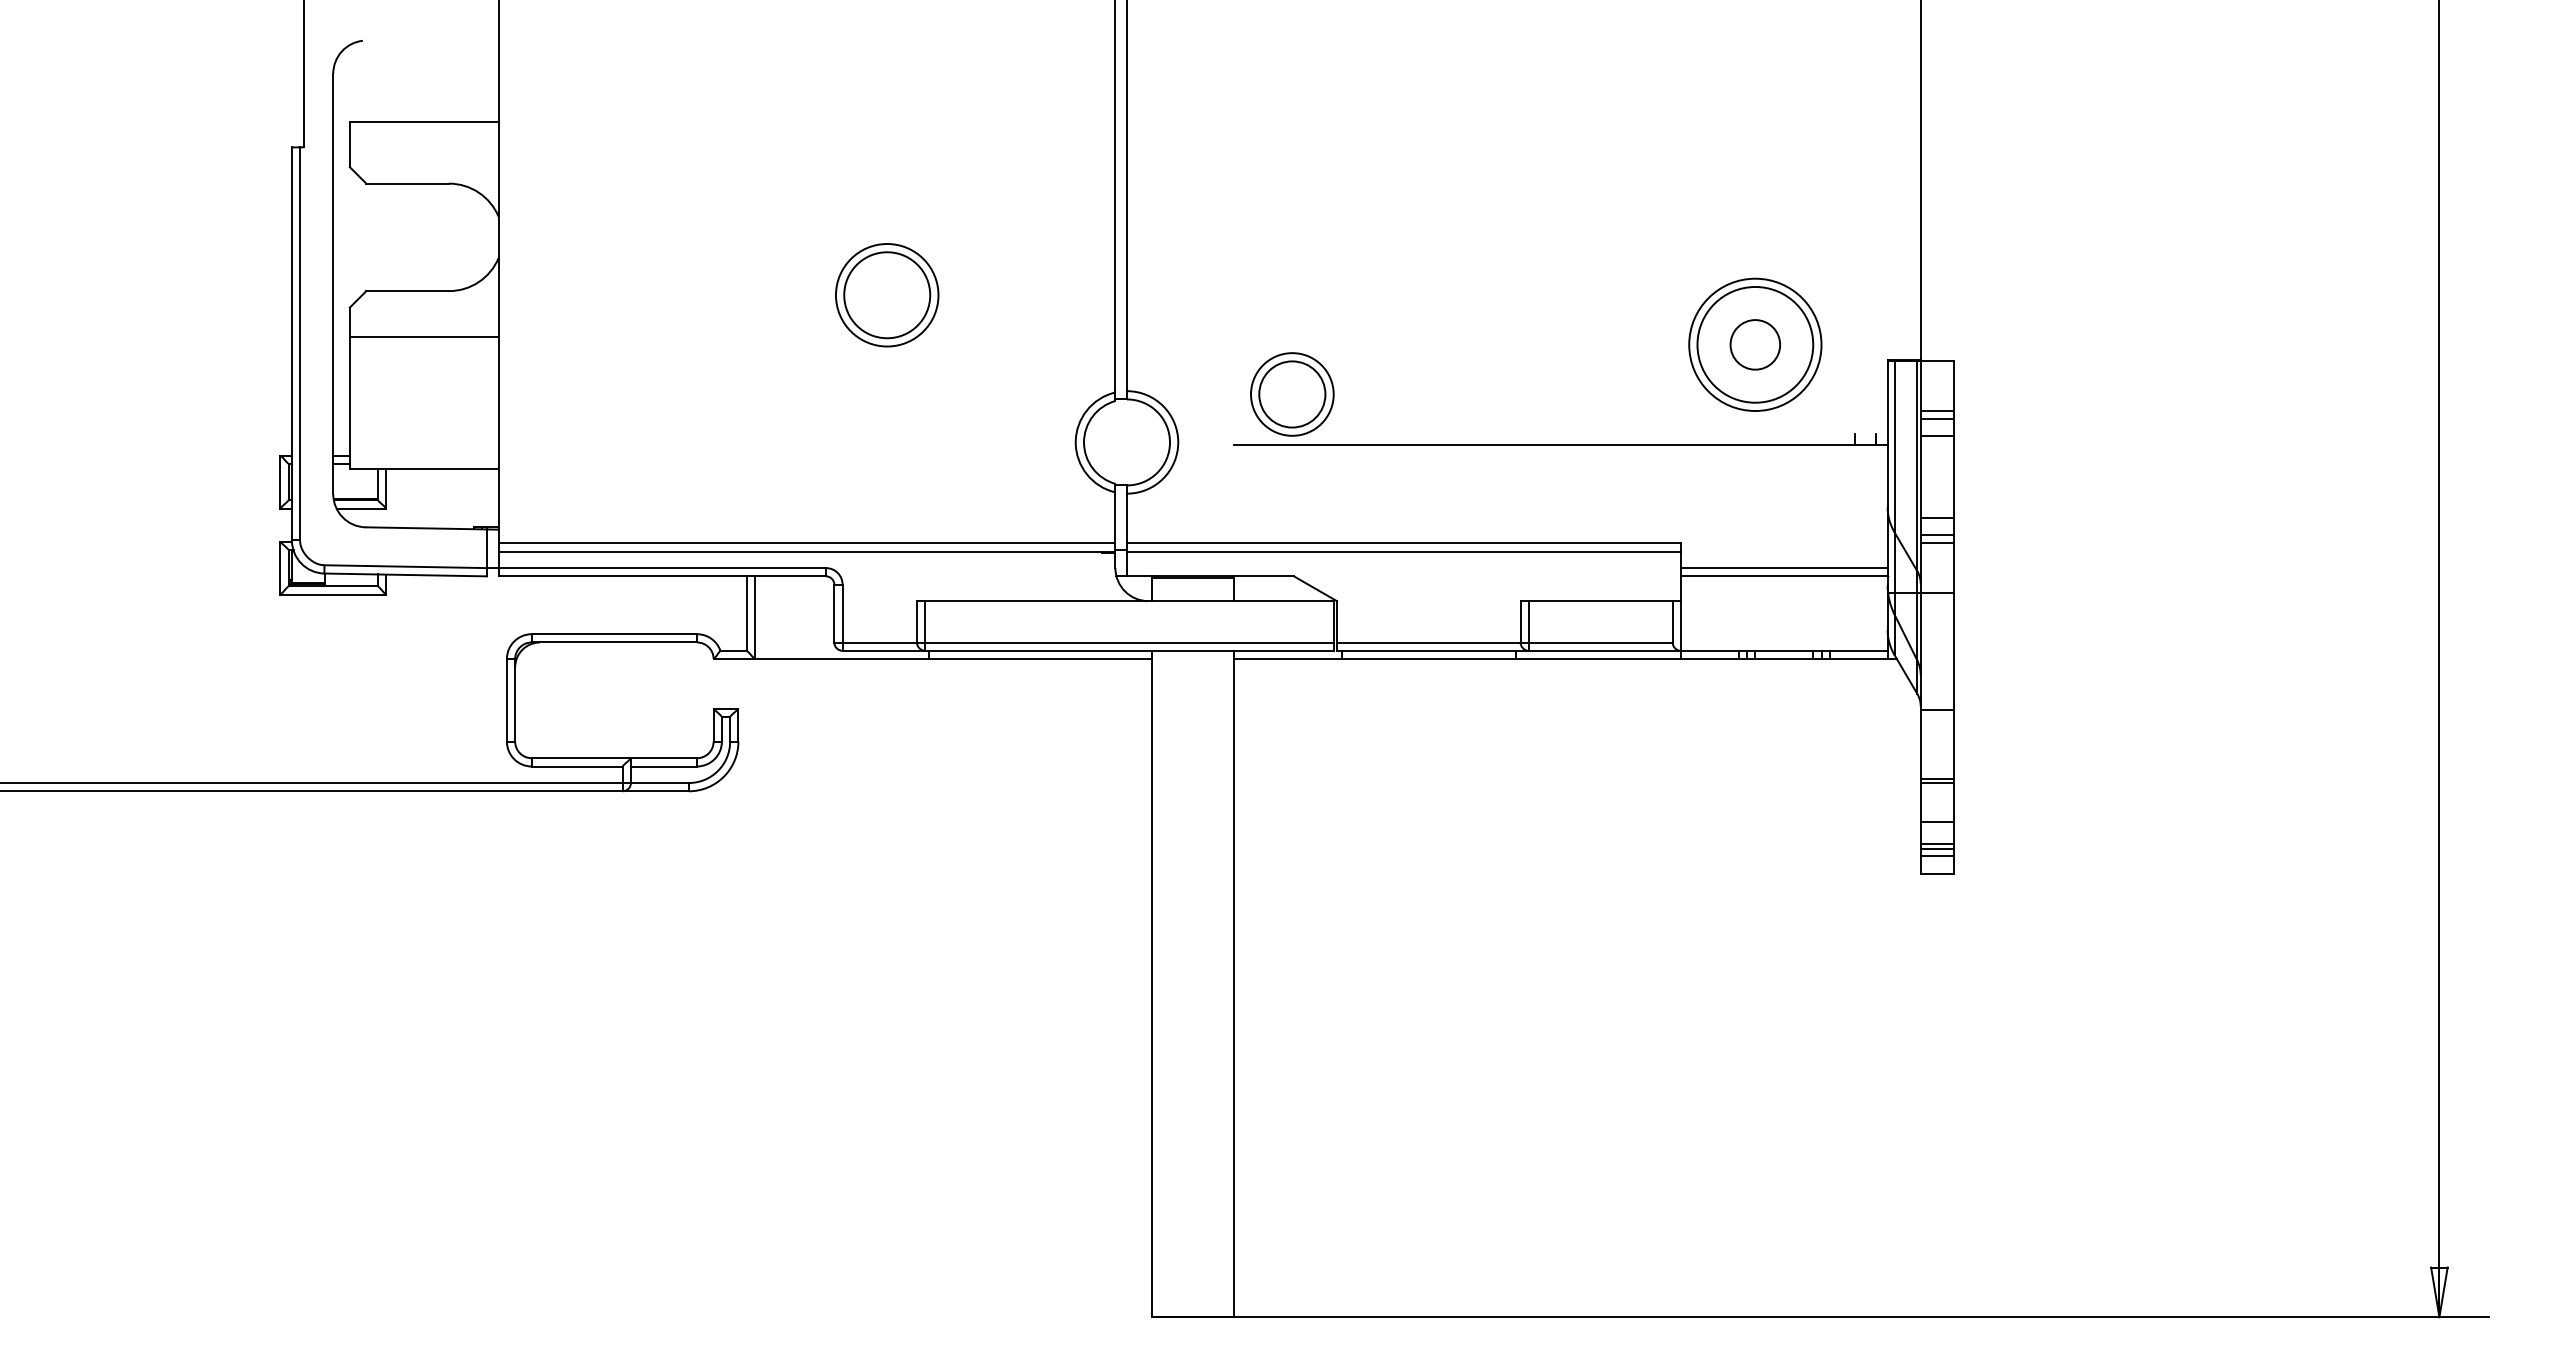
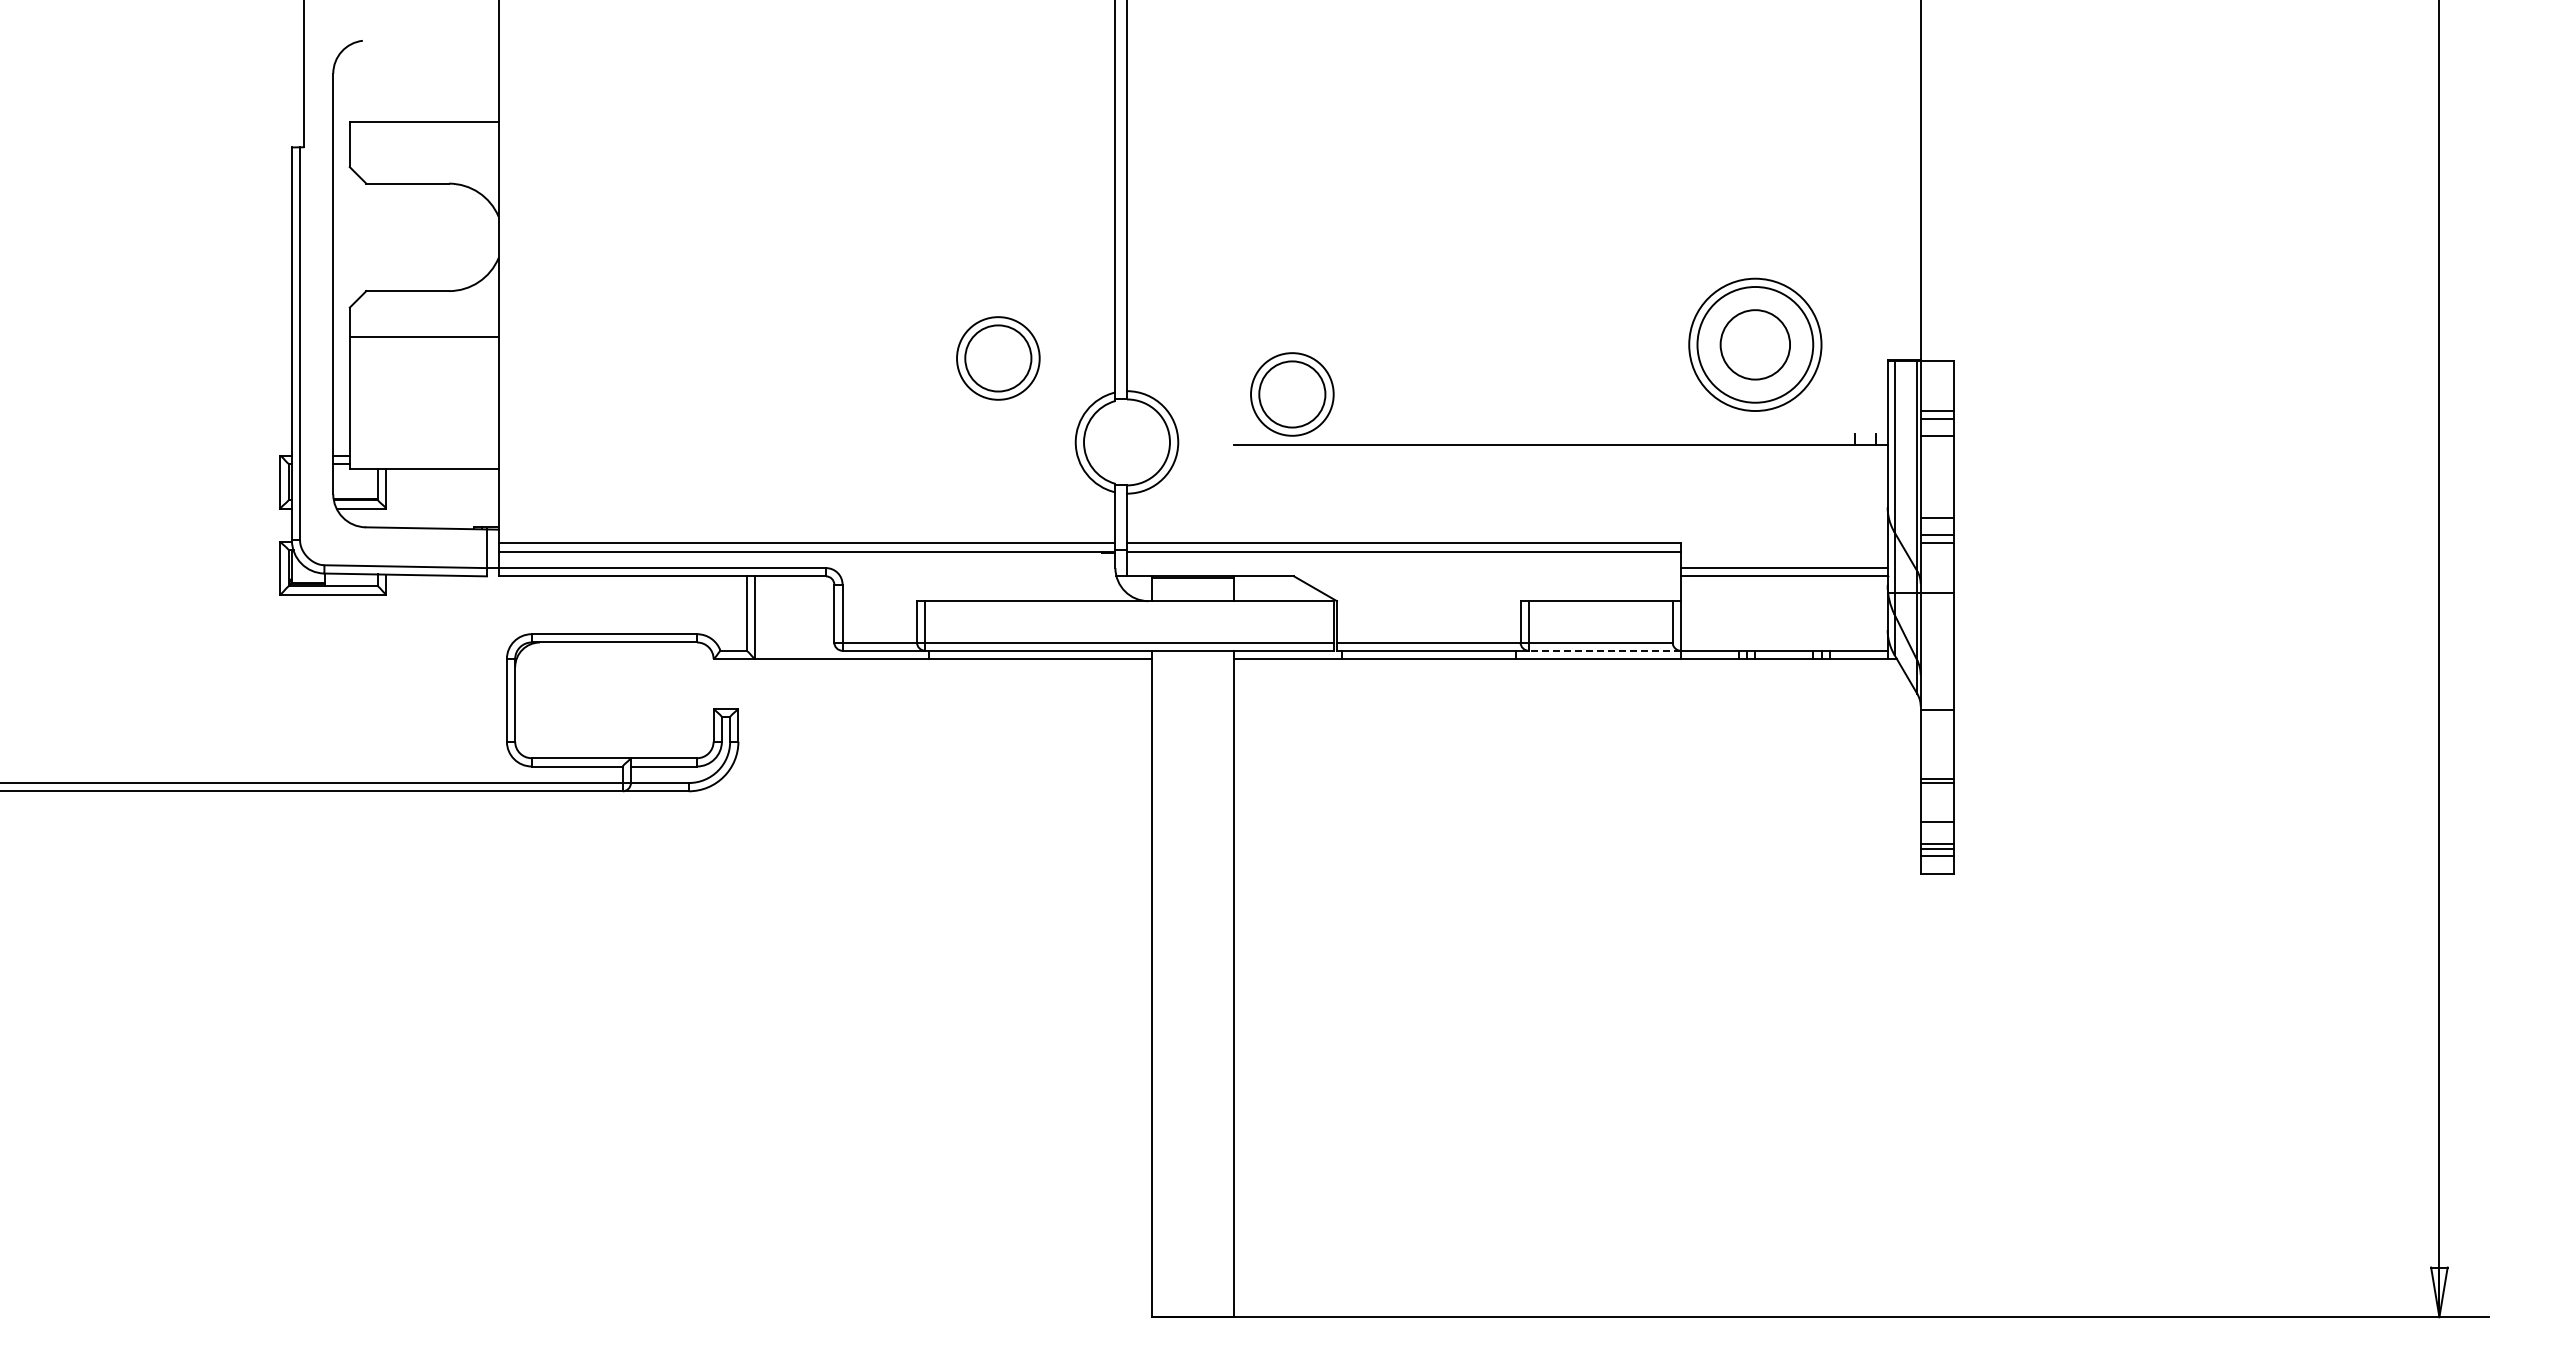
part at (887, 295): present -> none
circle at (1755, 344) diameter: 50 px -> 69 px
part at (998, 358): none -> present
line at (1604, 650): solid -> dashed
